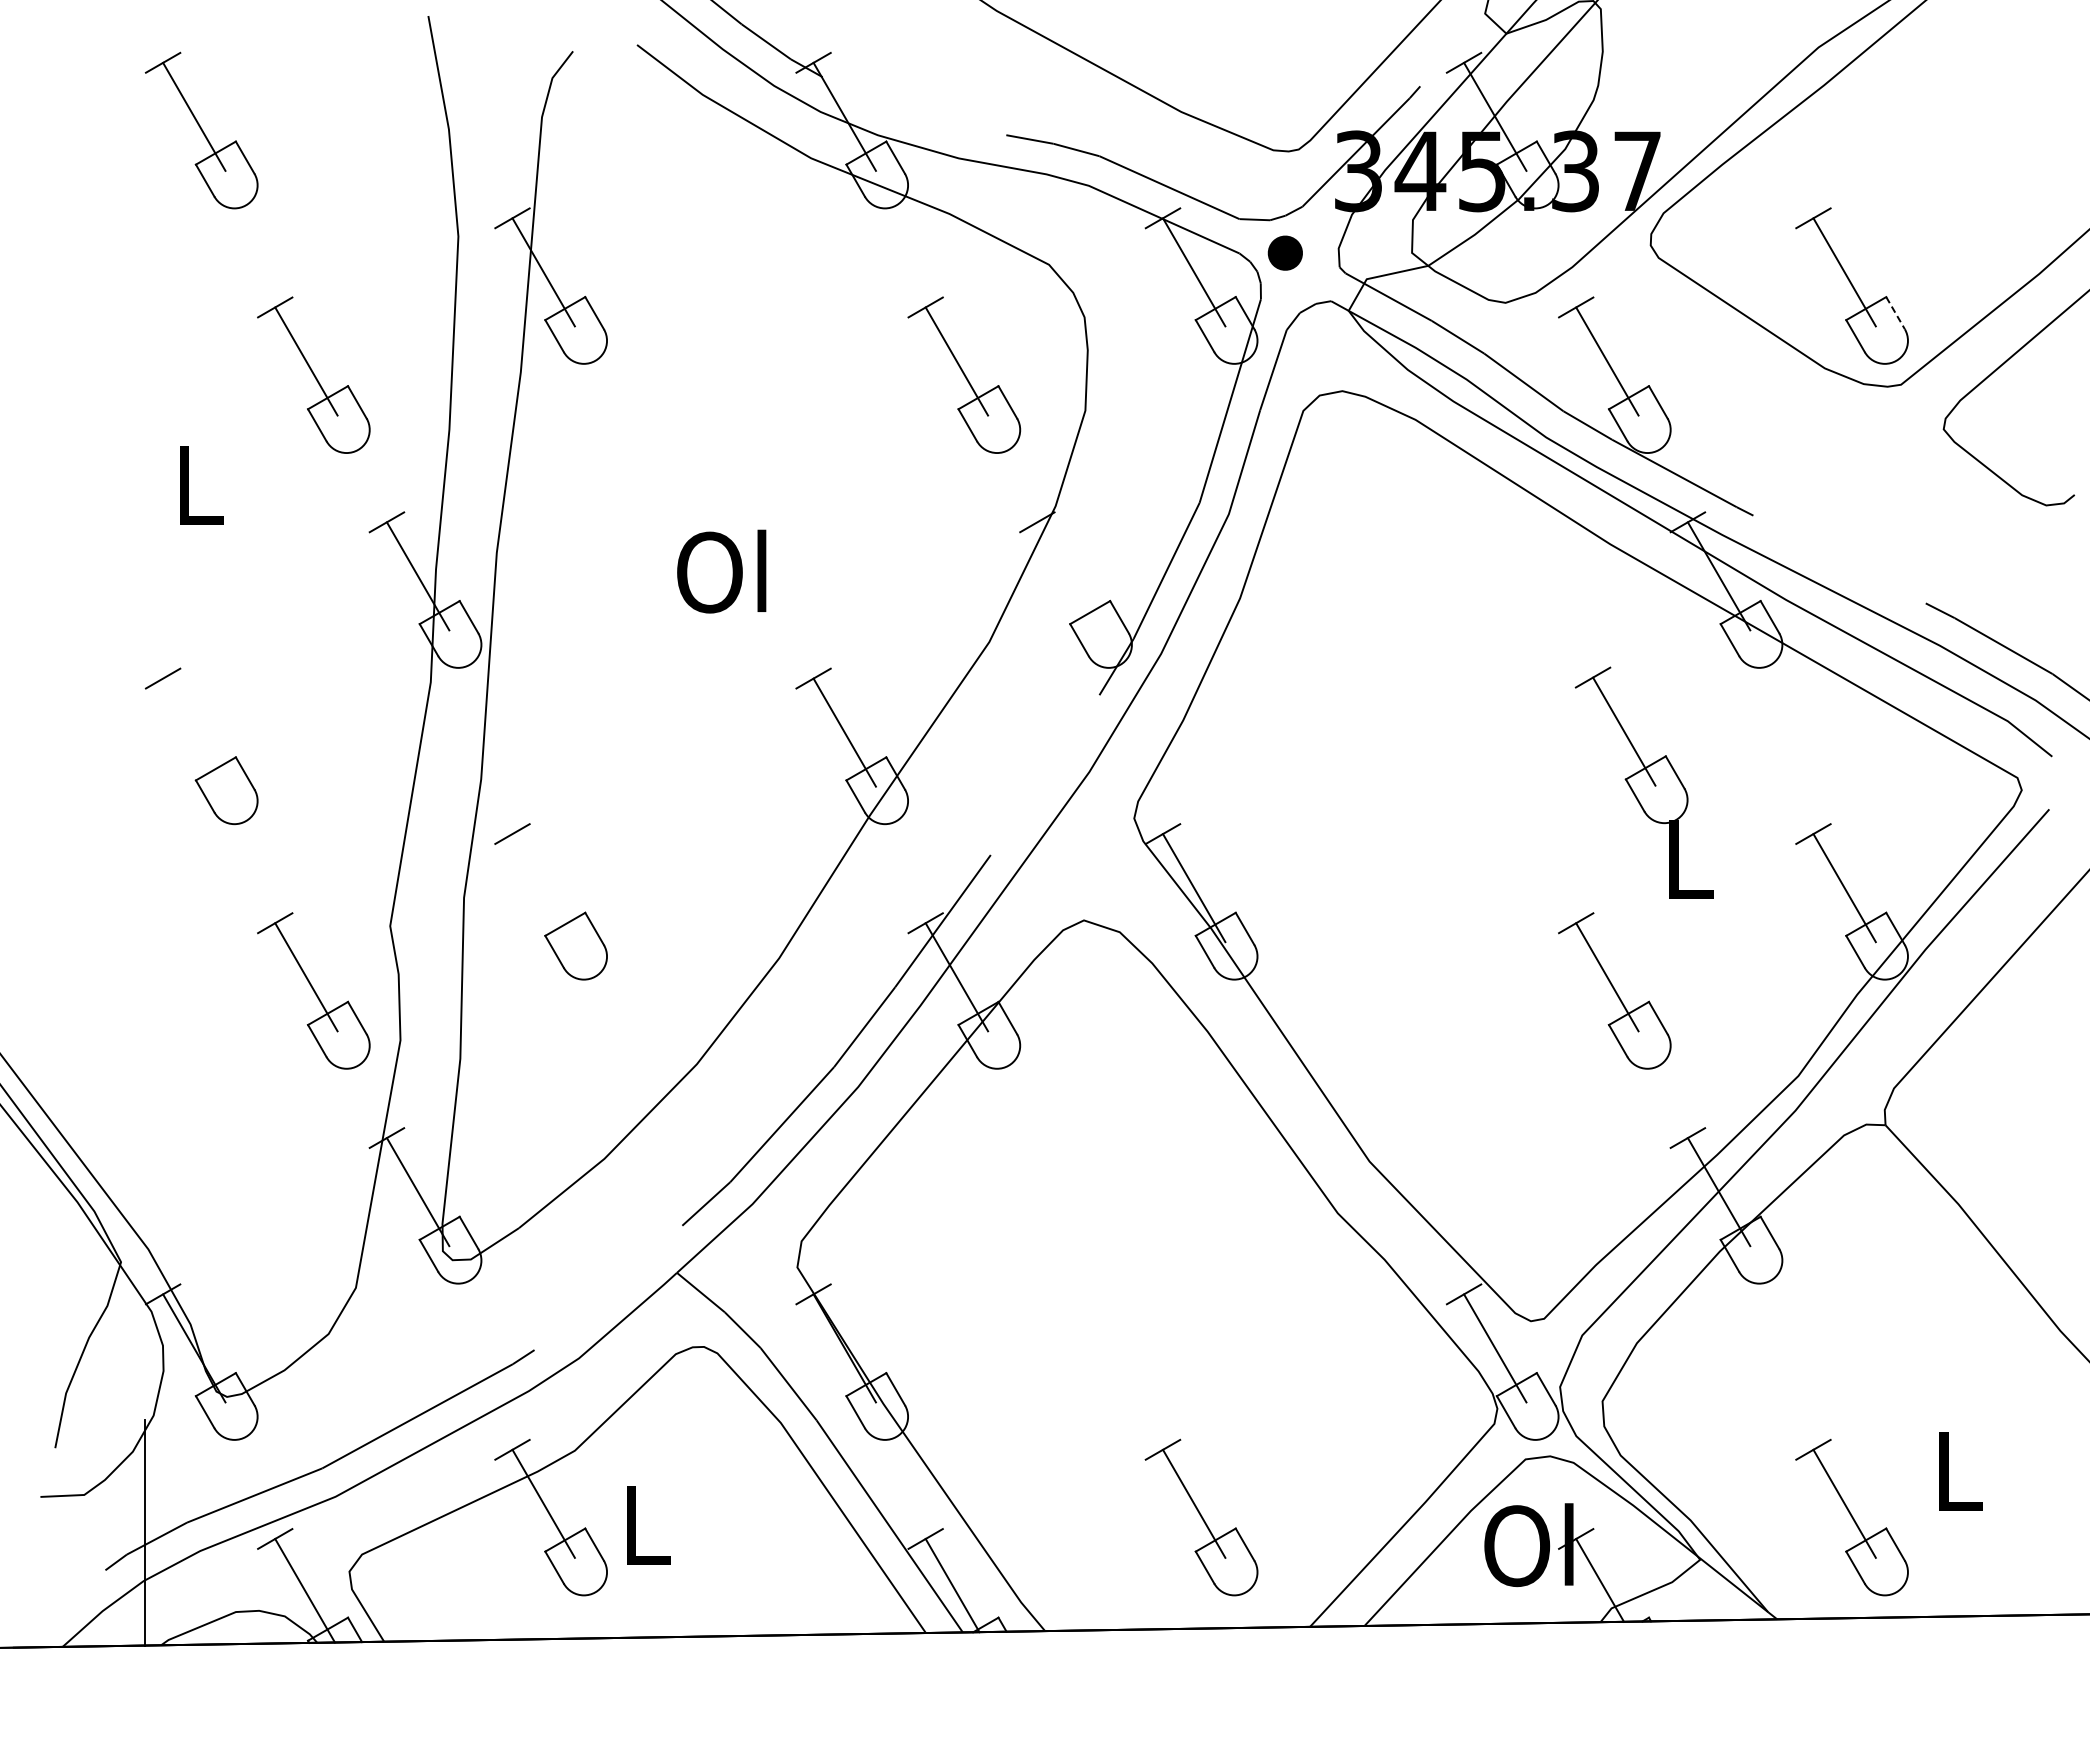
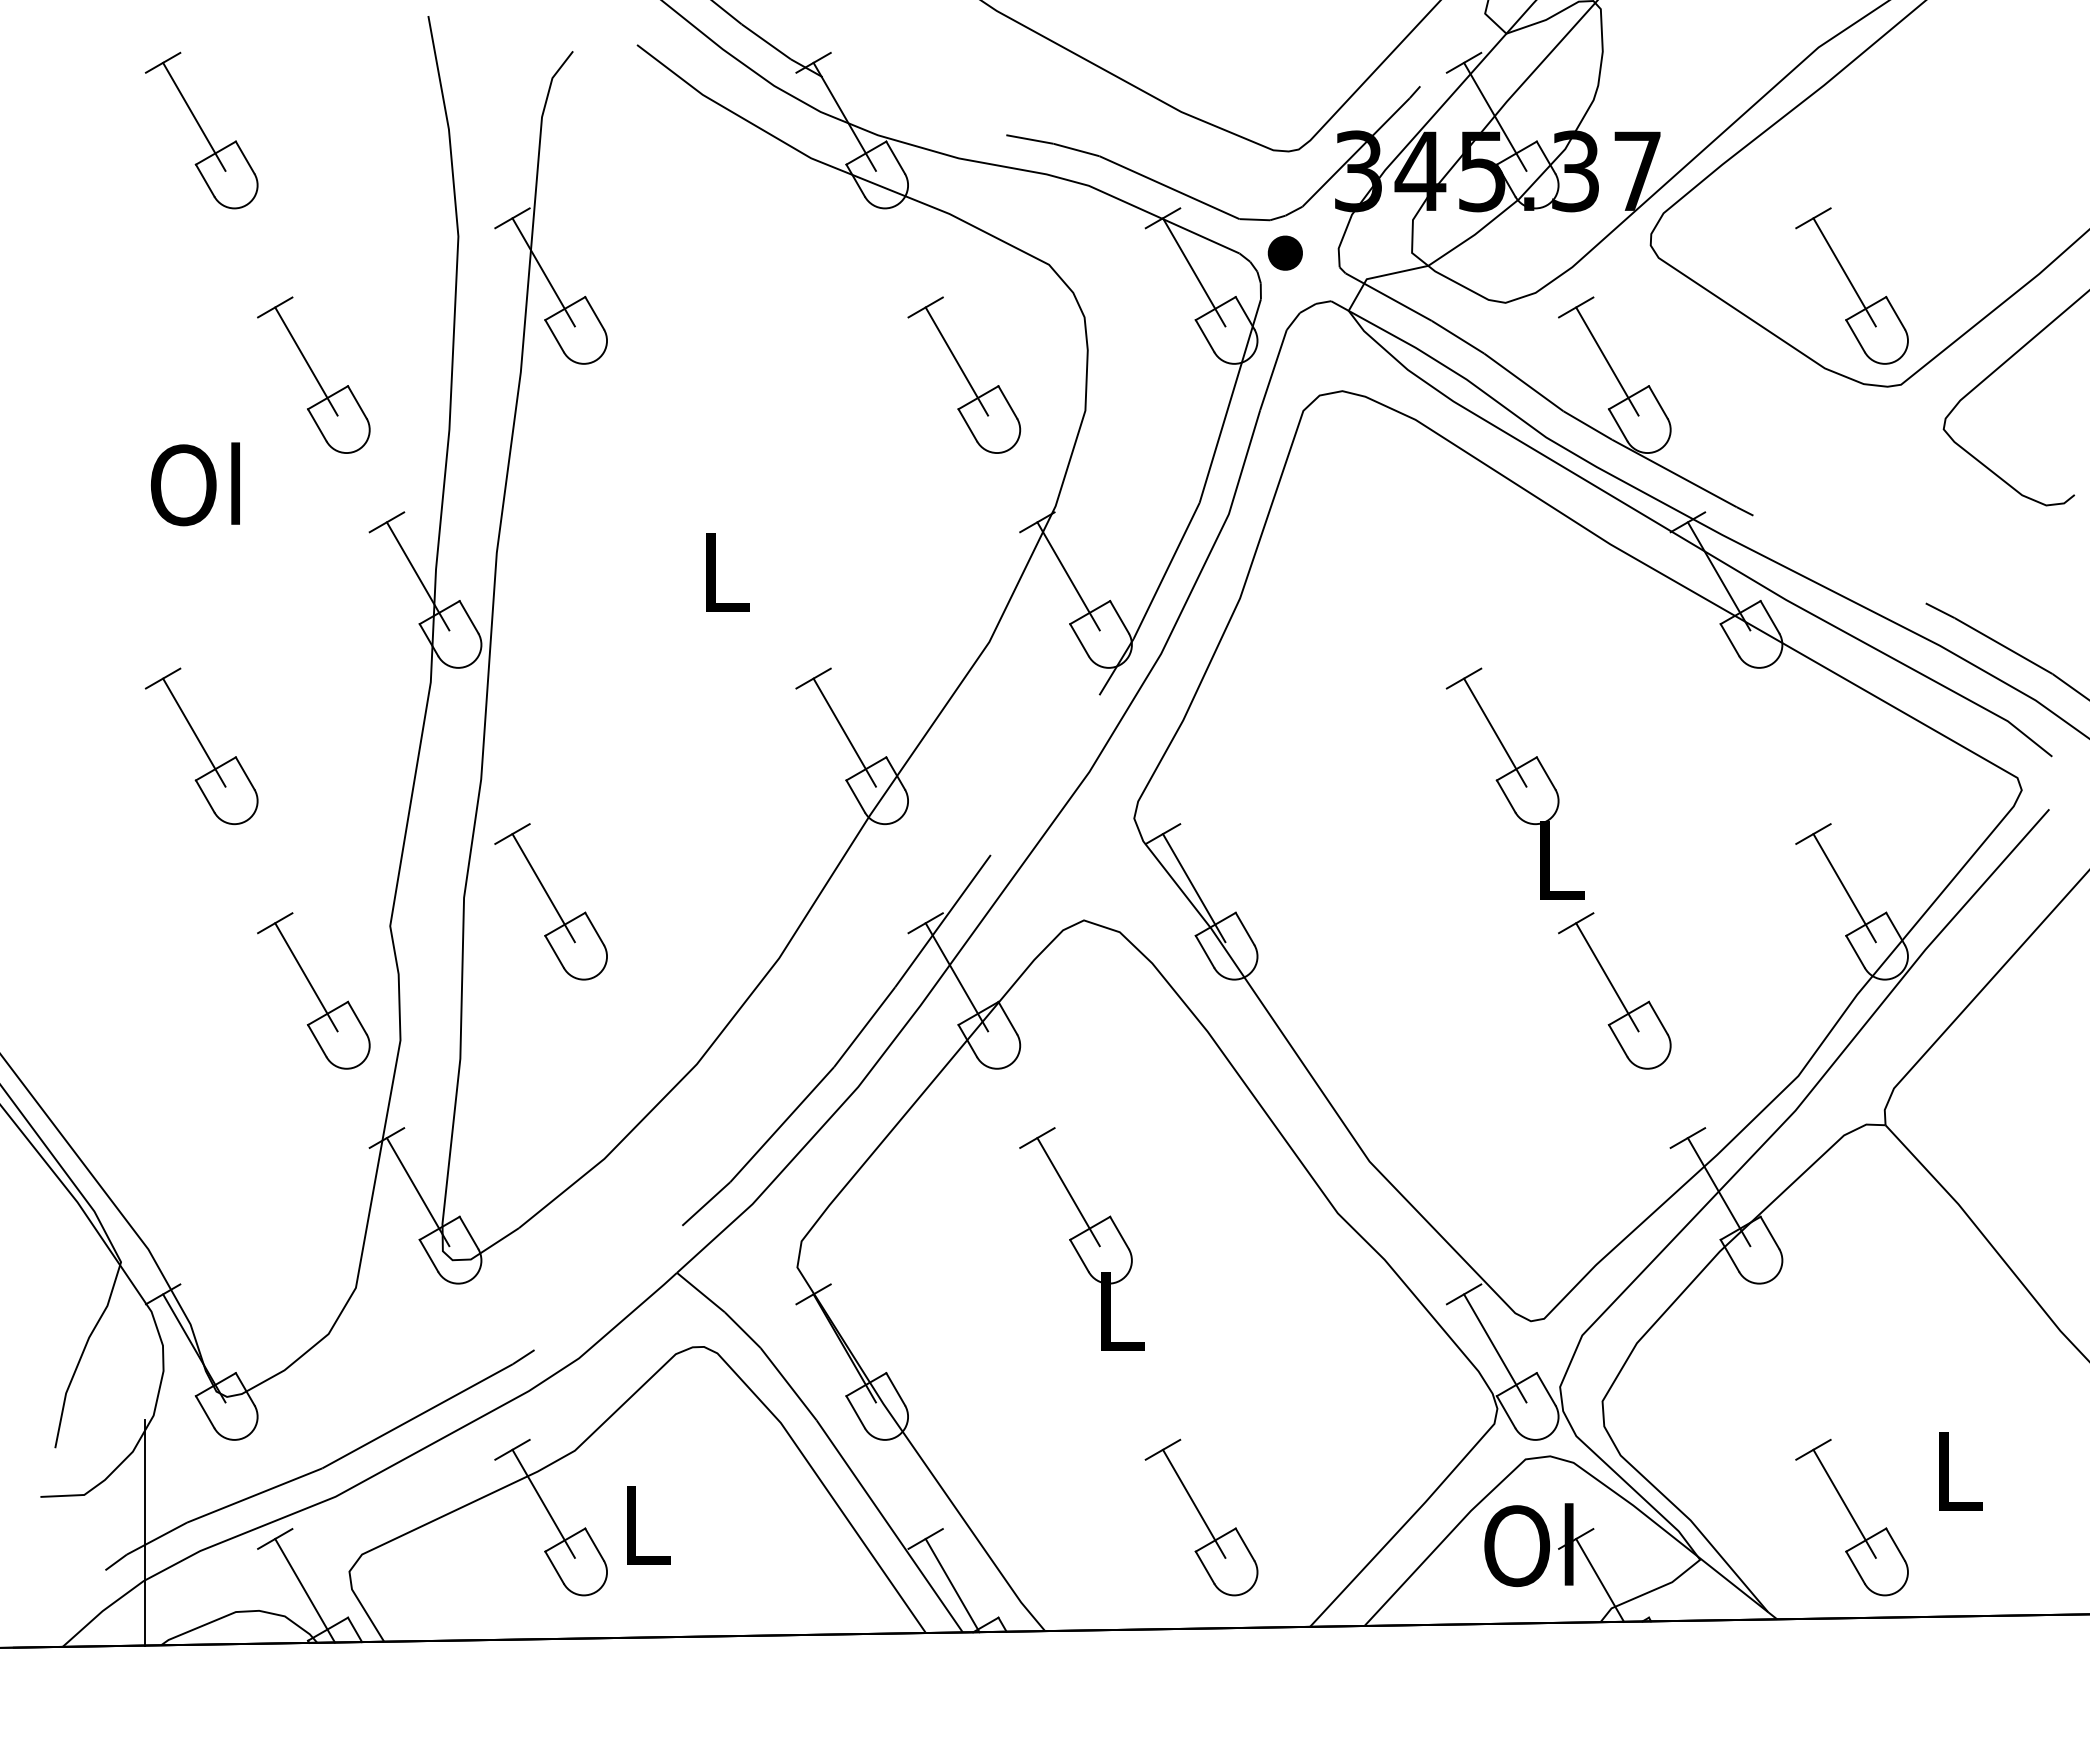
line at (1895, 313): dashed -> solid
text at (194, 484): L -> Ol
text at (721, 571): Ol -> L
line at (1068, 576): none -> present
line at (194, 732): none -> present
part at (1643, 782) position: (1643, 782) -> (1514, 783)
line at (543, 888): none -> present
part at (1081, 1238): none -> present
